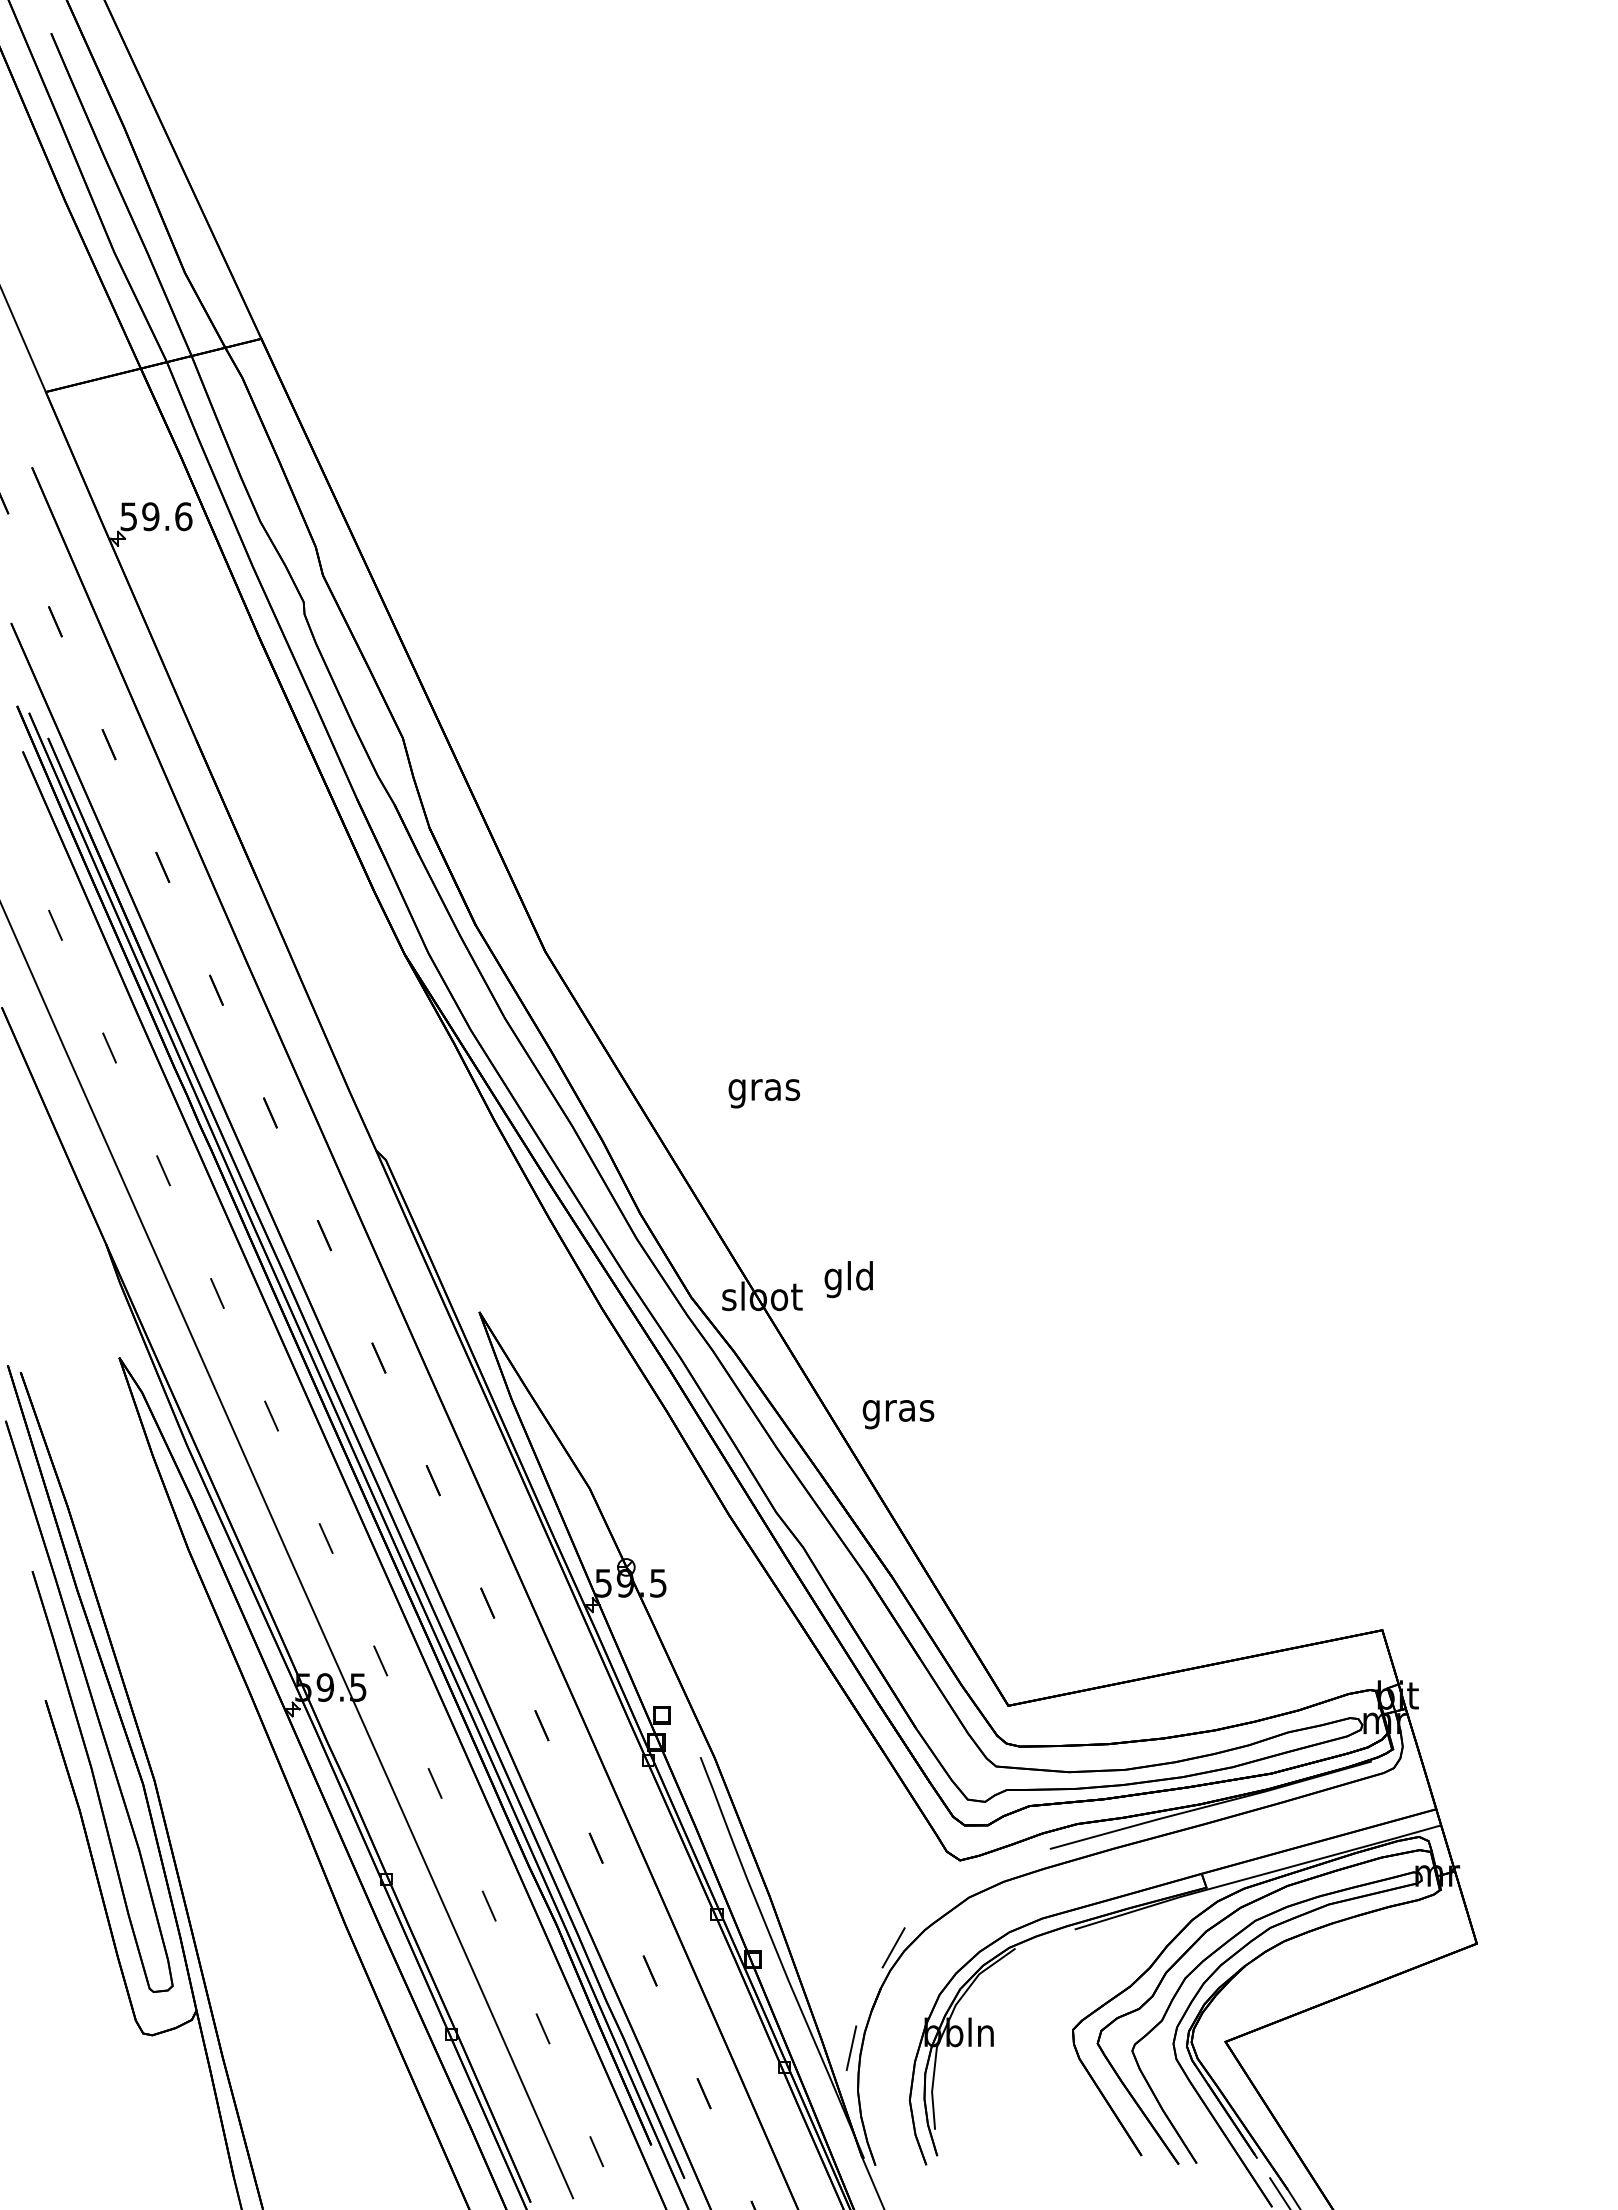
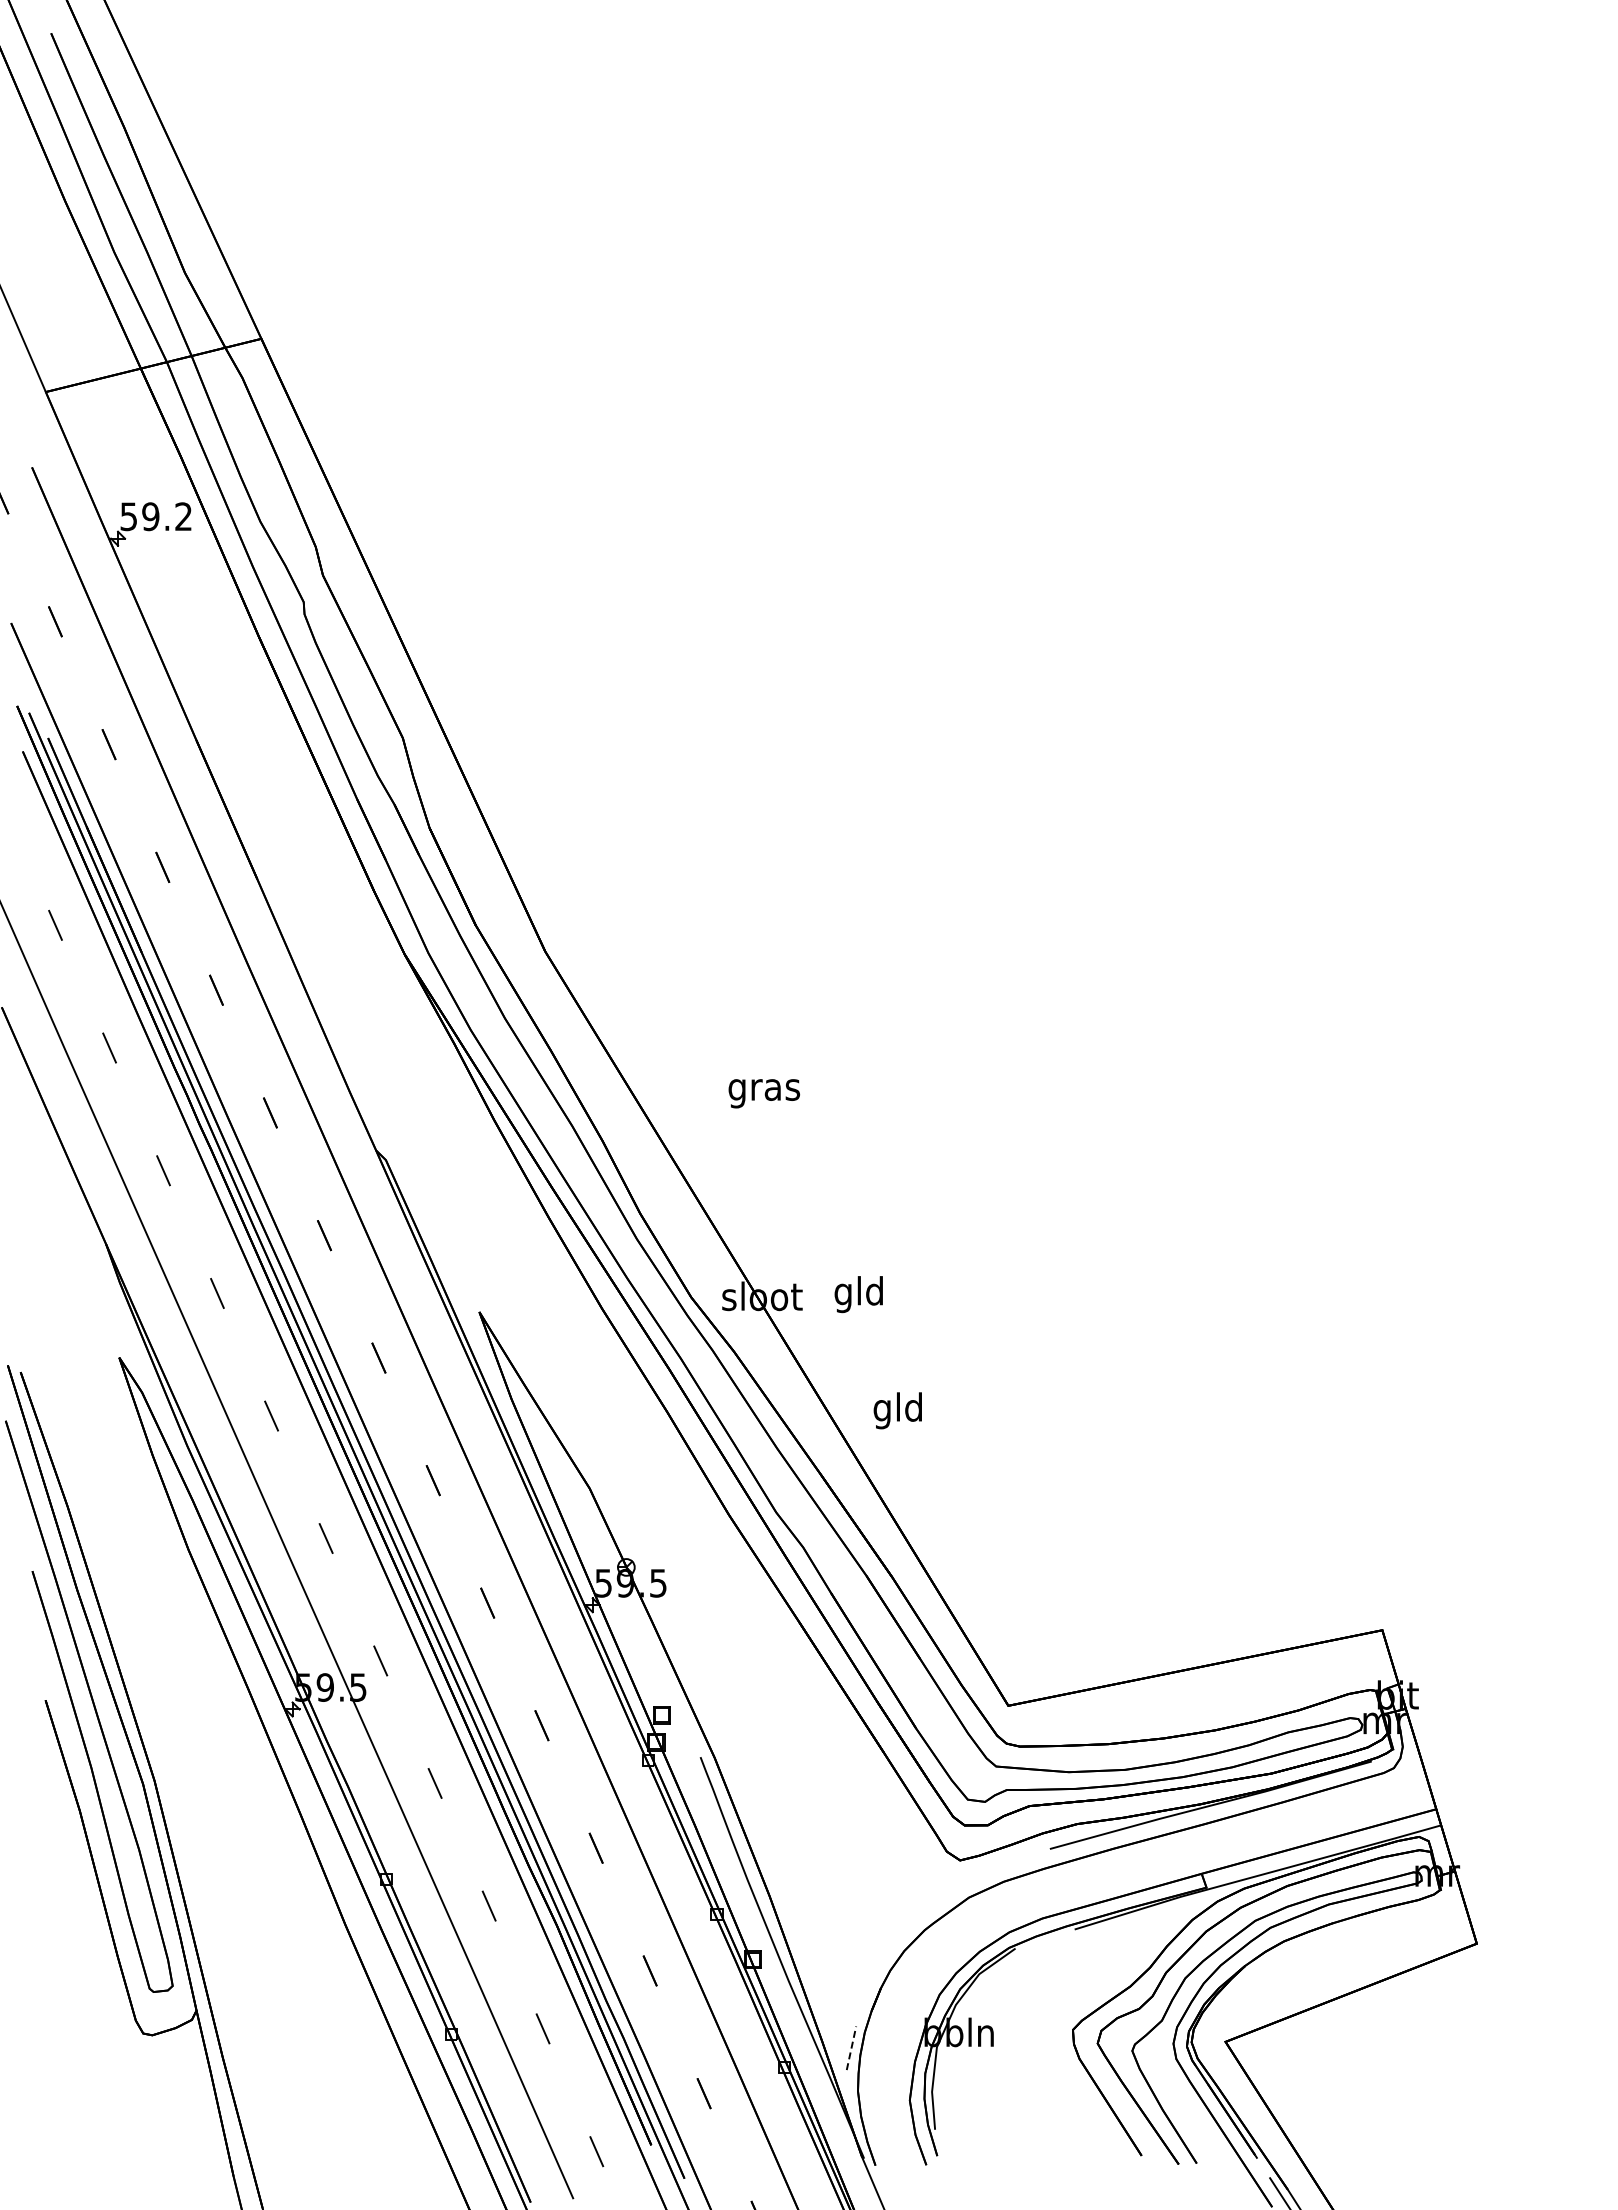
text at (183, 516): 59.6 -> 59.2
text at (848, 1279) position: (848, 1279) -> (858, 1294)
text at (898, 1410): gras -> gld
line at (893, 1947): present -> none
line at (851, 2047): solid -> dashed
